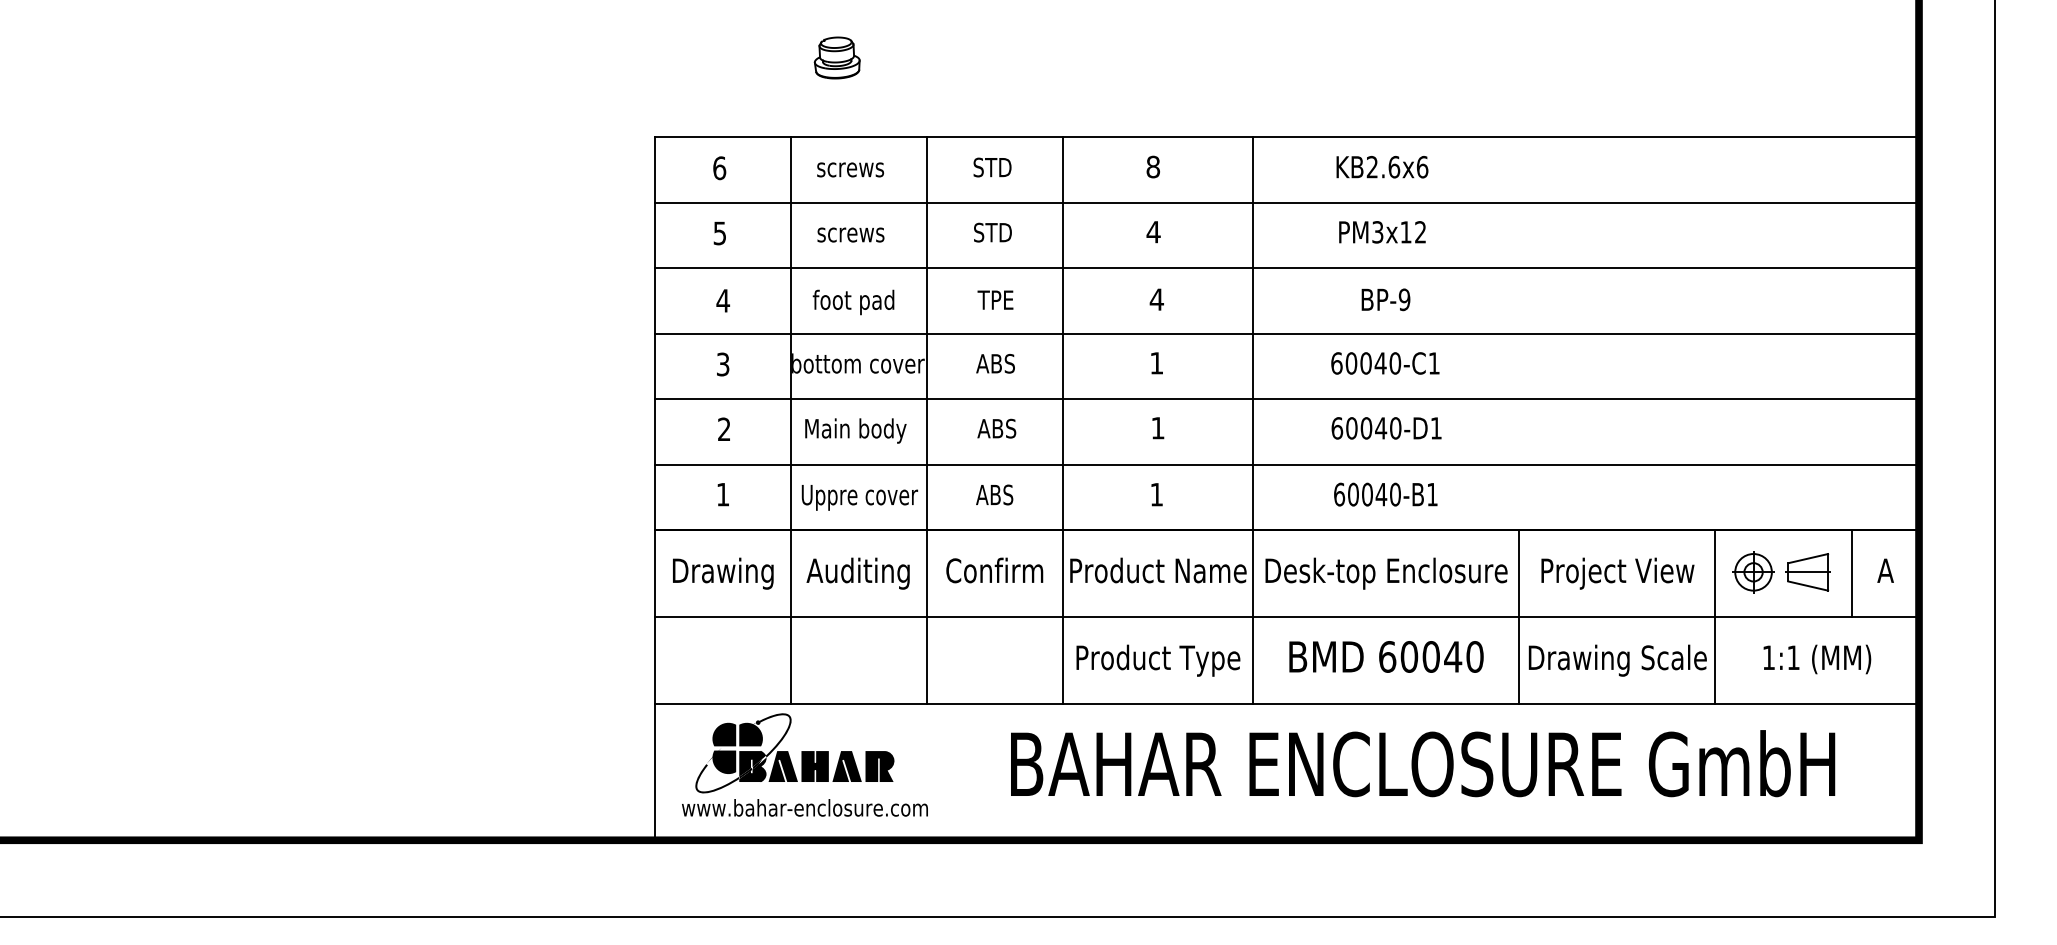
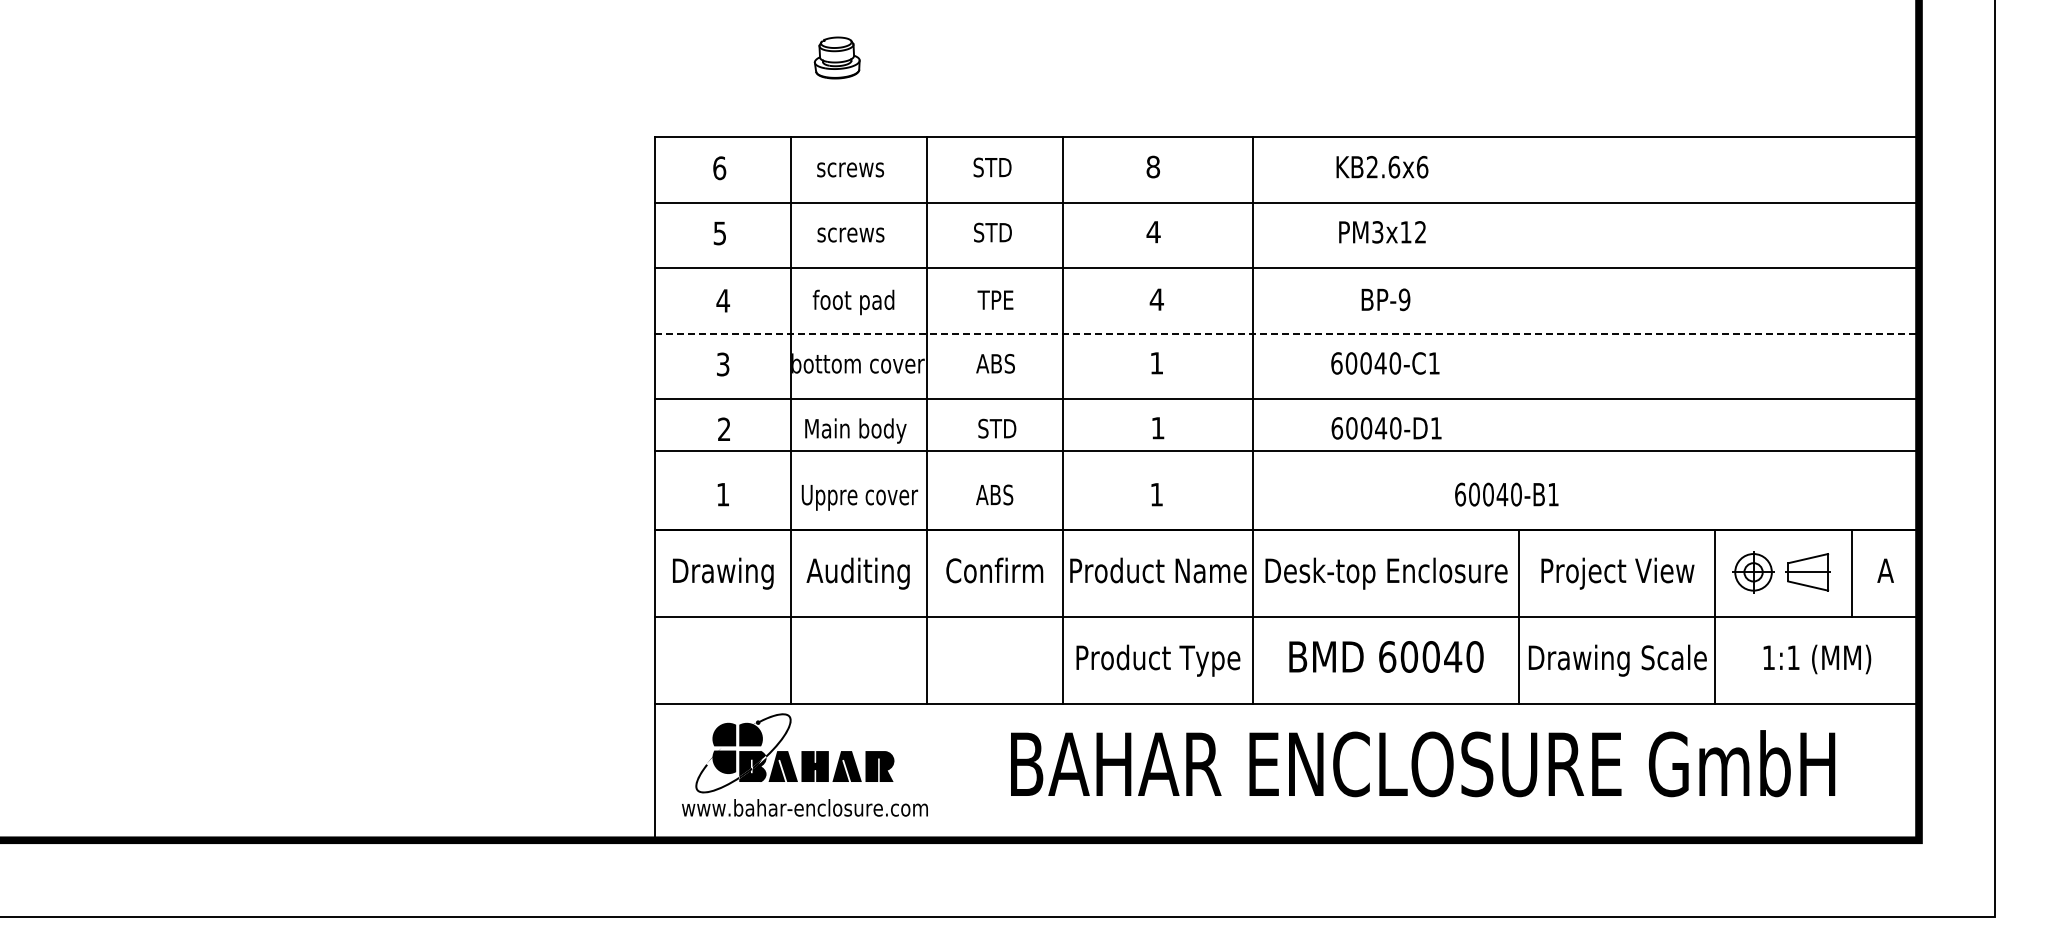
line at (1287, 333): solid -> dashed
text at (996, 428): ABS -> STD
line at (1287, 464) position: (1287, 464) -> (1287, 450)
text at (1385, 494) position: (1385, 494) -> (1506, 494)
